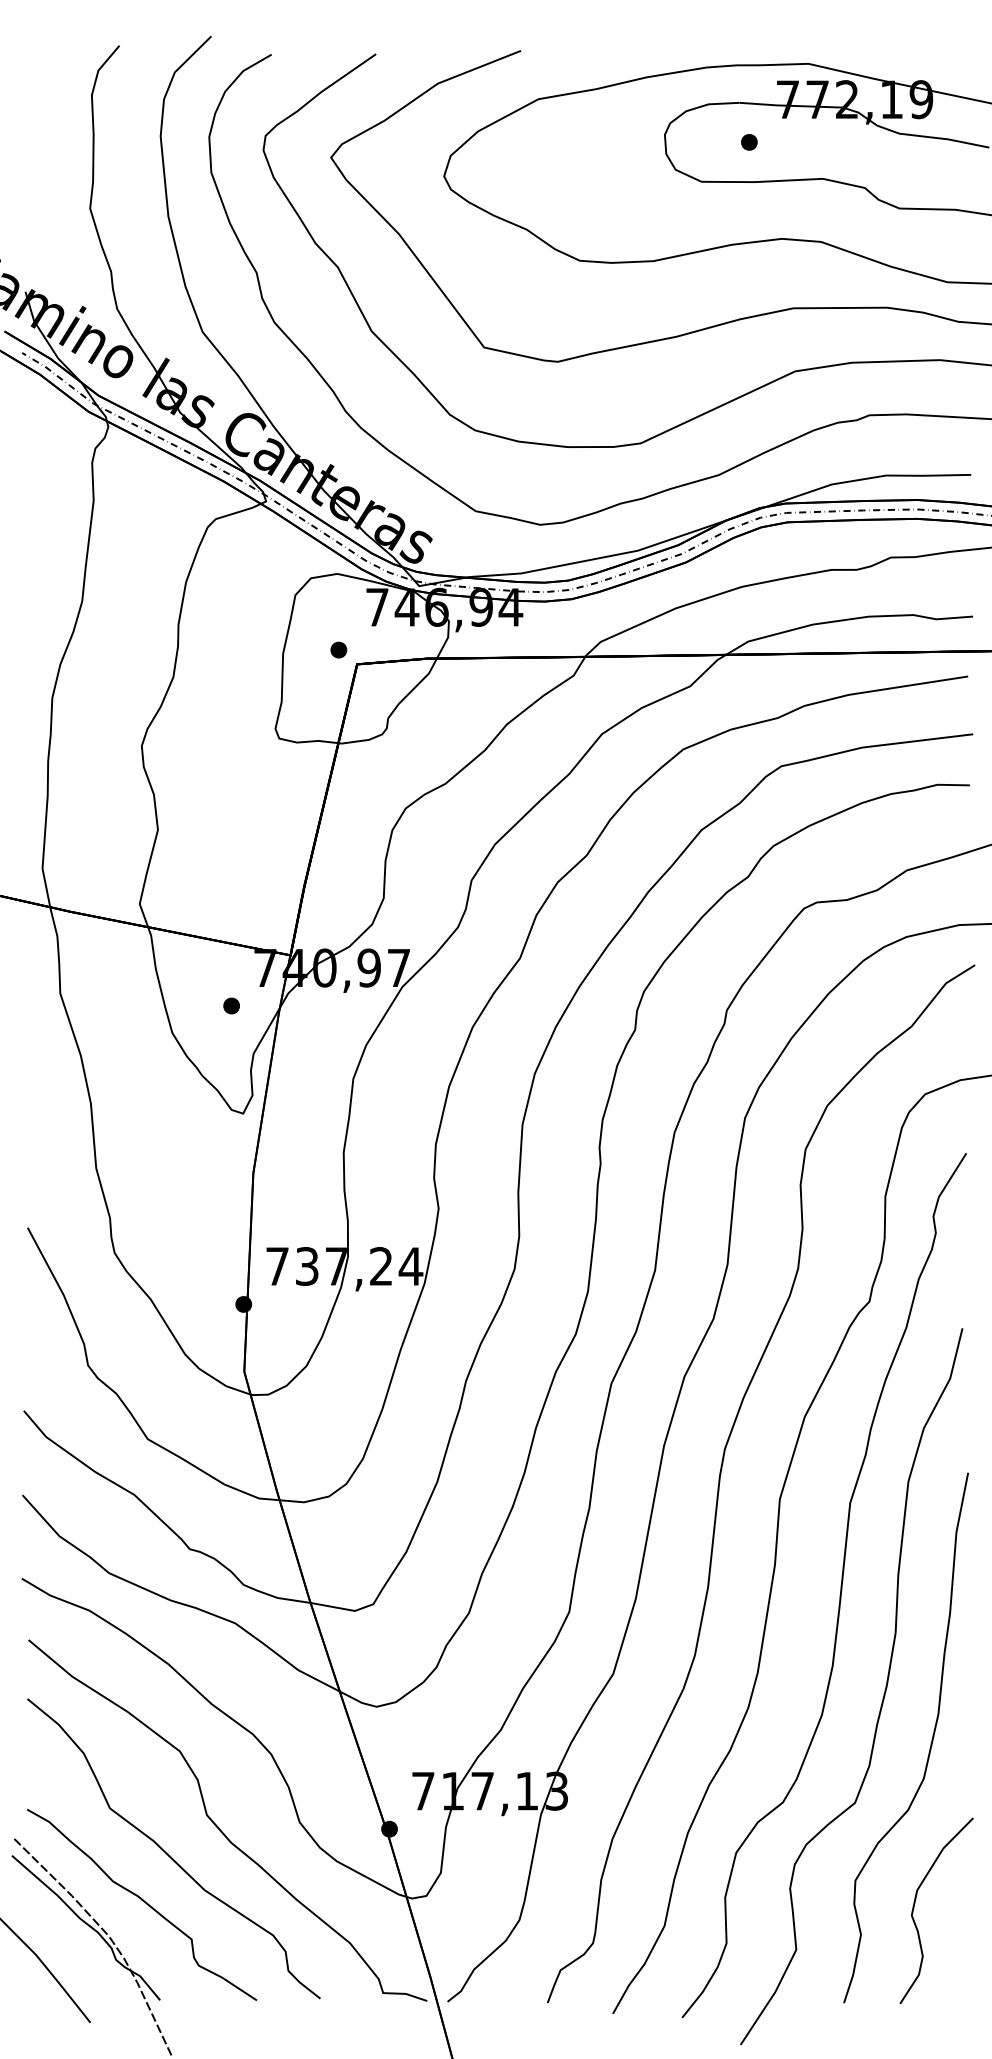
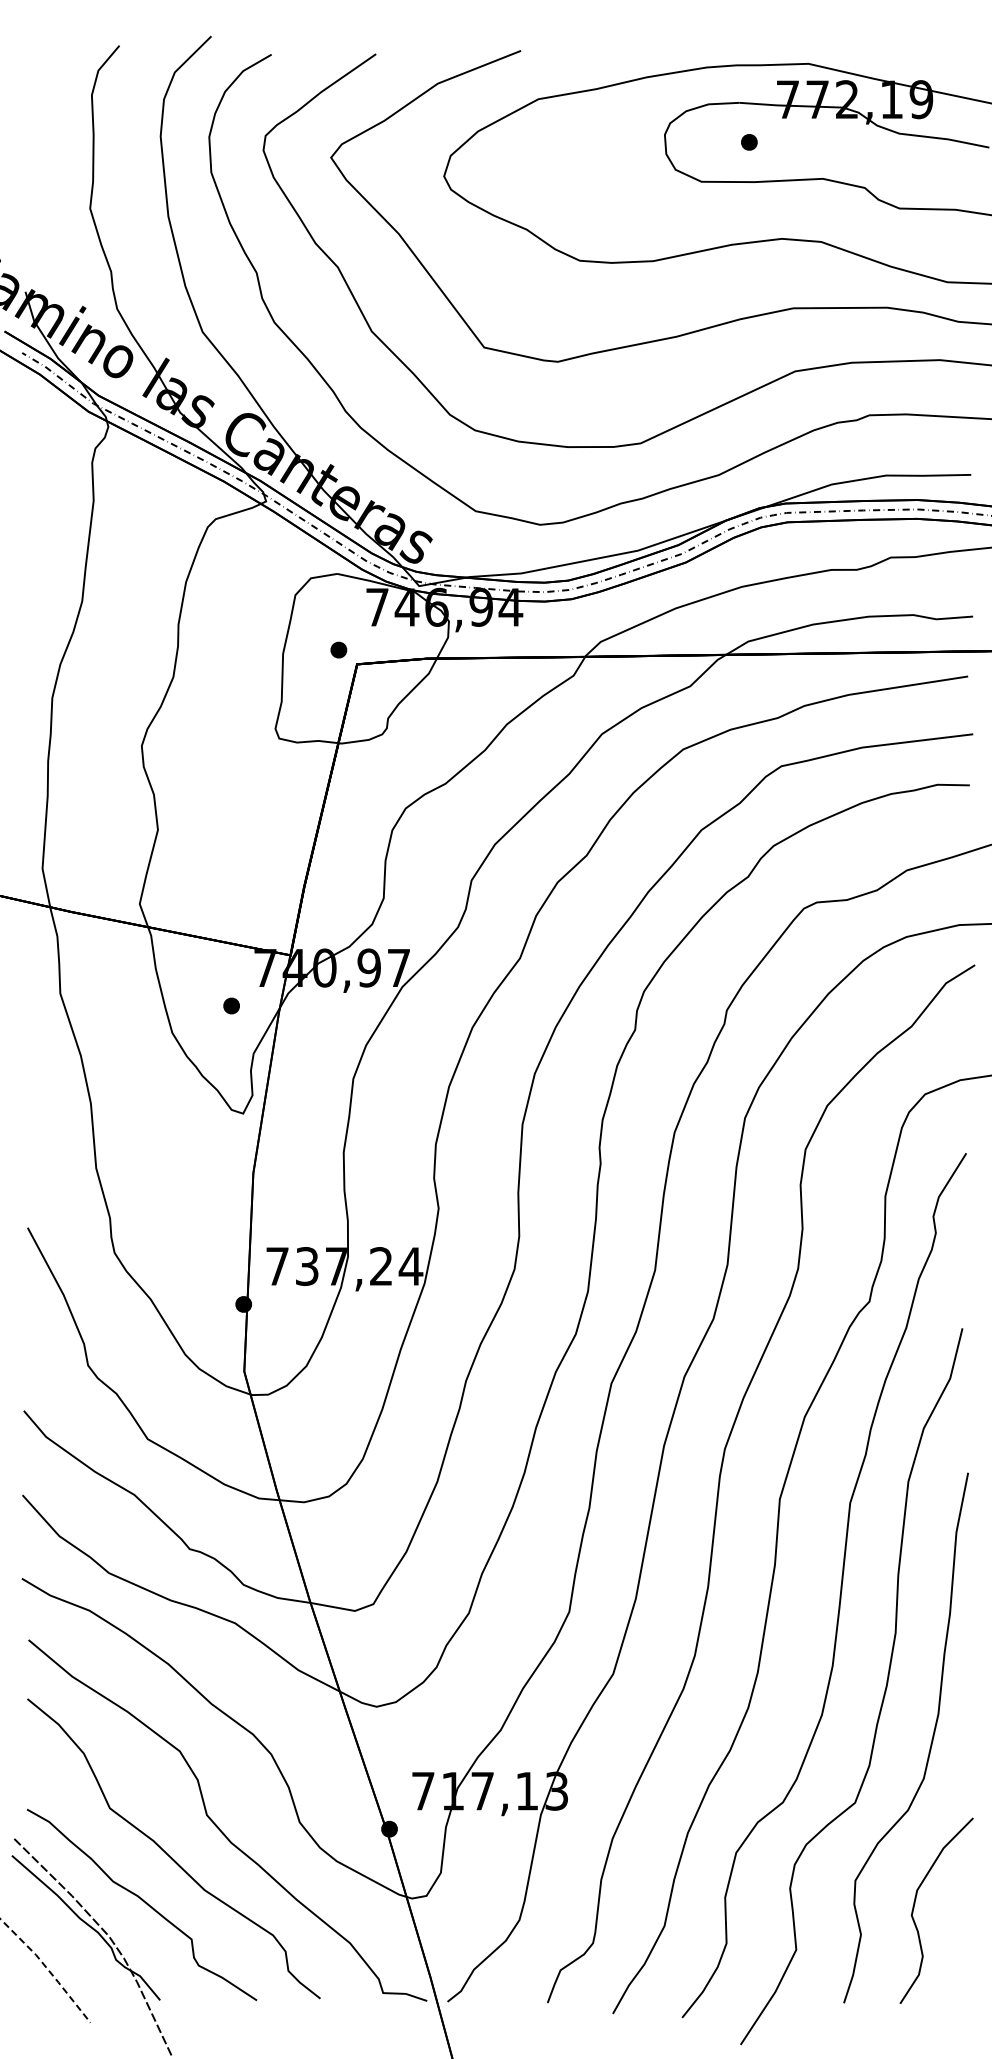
line at (47, 1969): solid -> dashed
